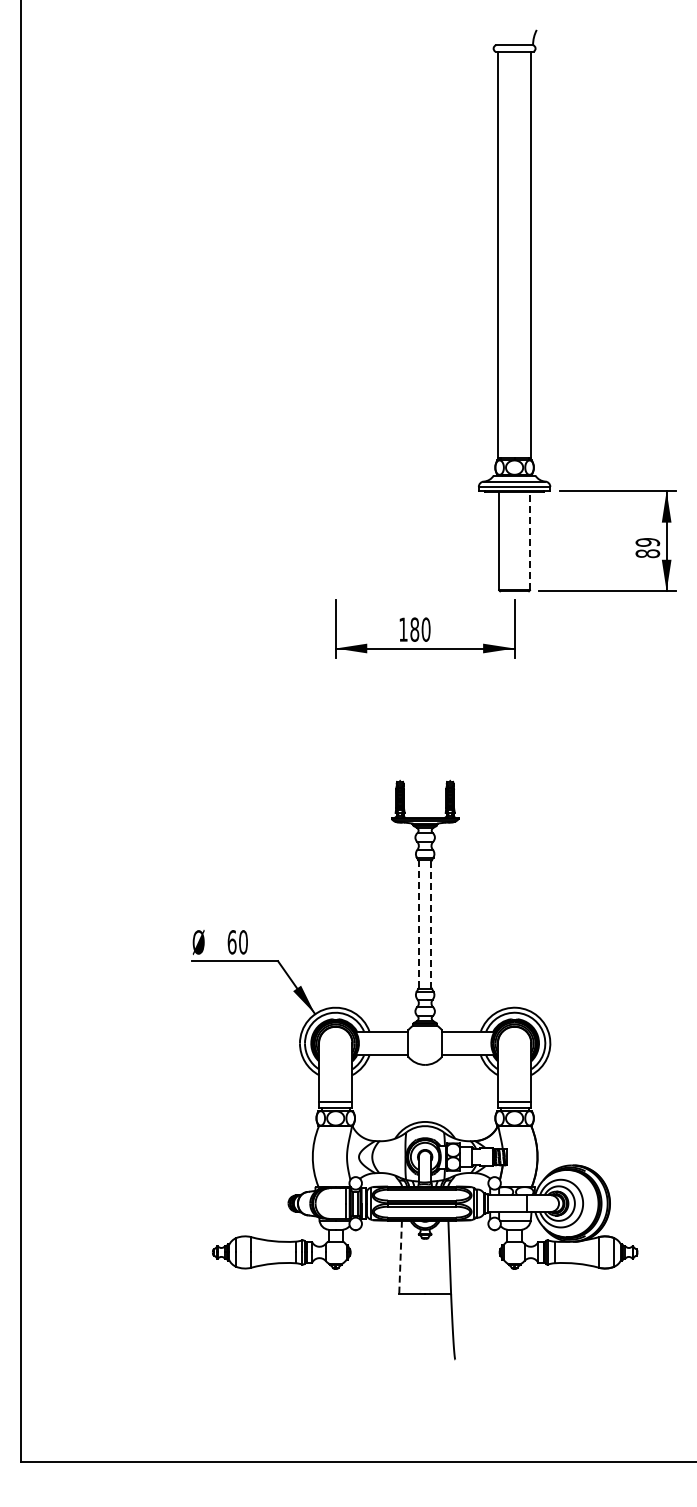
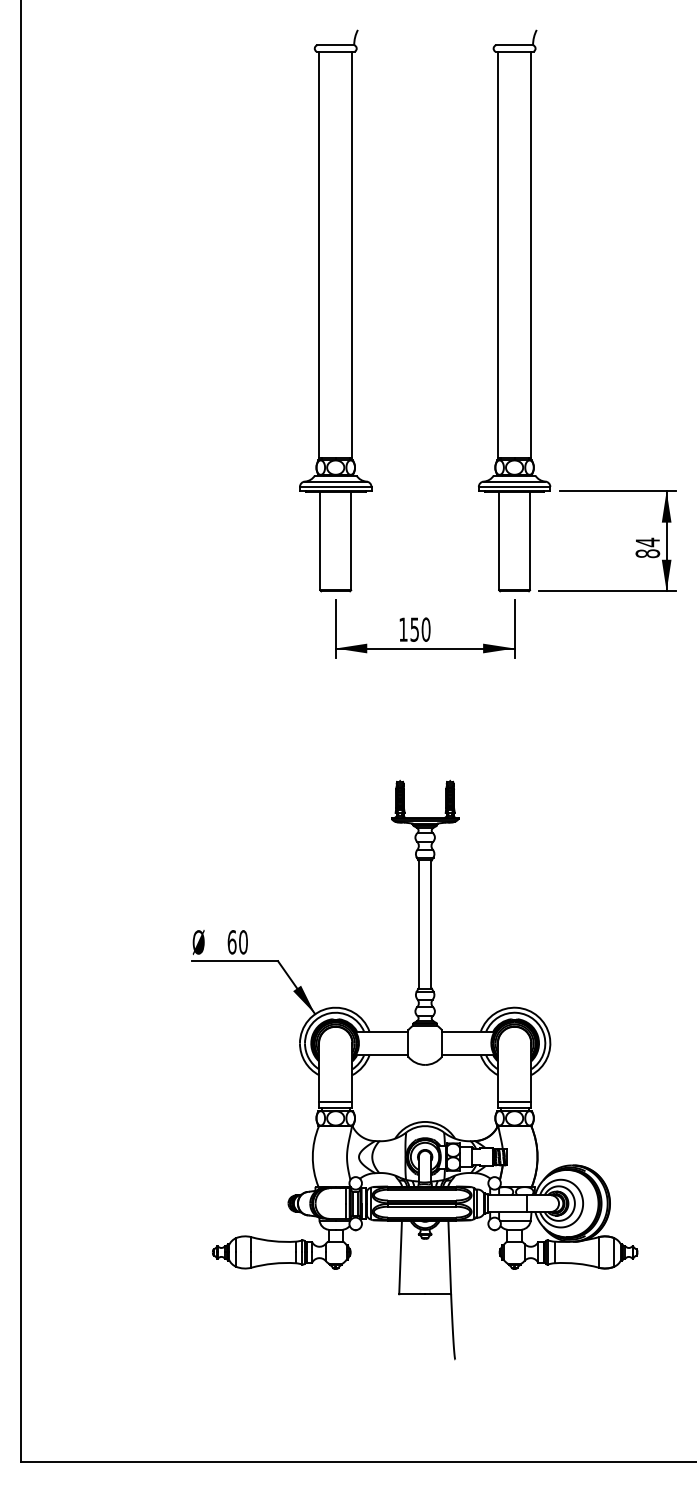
part at (335, 310): none -> present
line at (529, 540): dashed -> solid
text at (647, 542): 89 -> 84
text at (414, 629): 180 -> 150
line at (431, 924): dashed -> solid
line at (419, 925): dashed -> solid
line at (400, 1257): dashed -> solid
